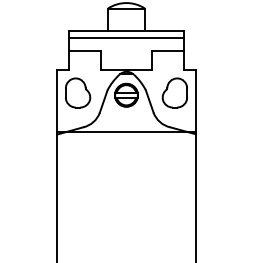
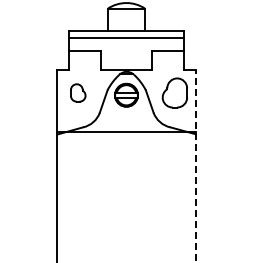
part at (78, 92) size: 27x32 px -> 17x20 px
line at (195, 165): solid -> dashed
